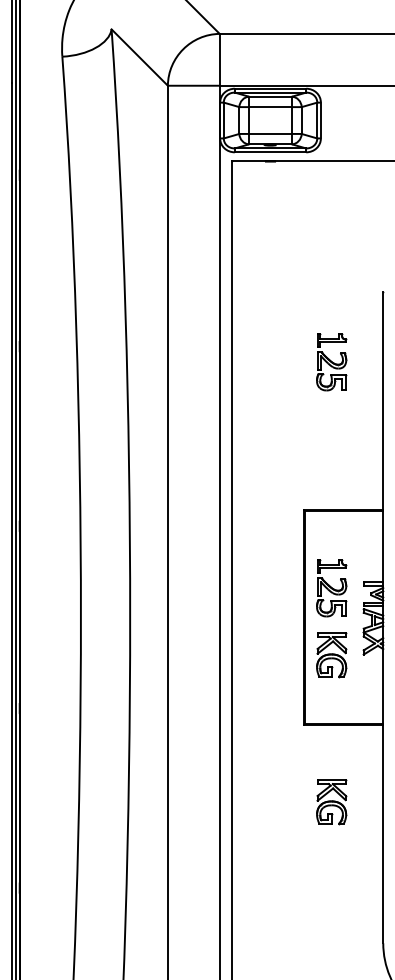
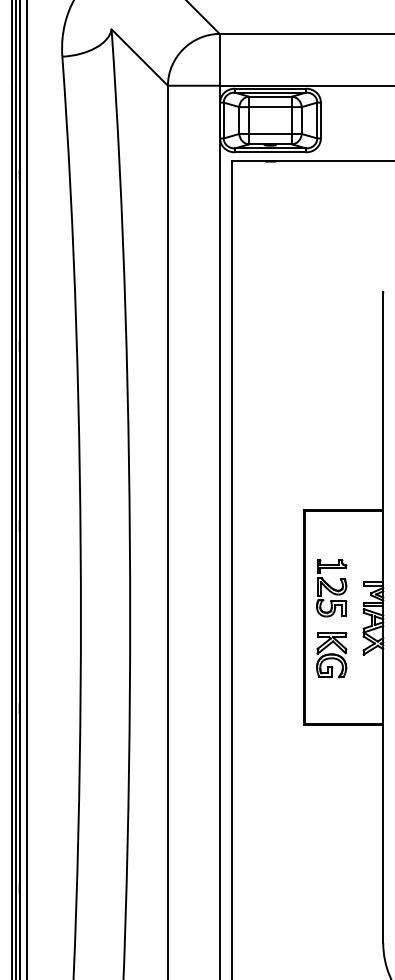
part at (331, 362): present -> none
line at (26, 489): none -> present
part at (331, 802): present -> none
